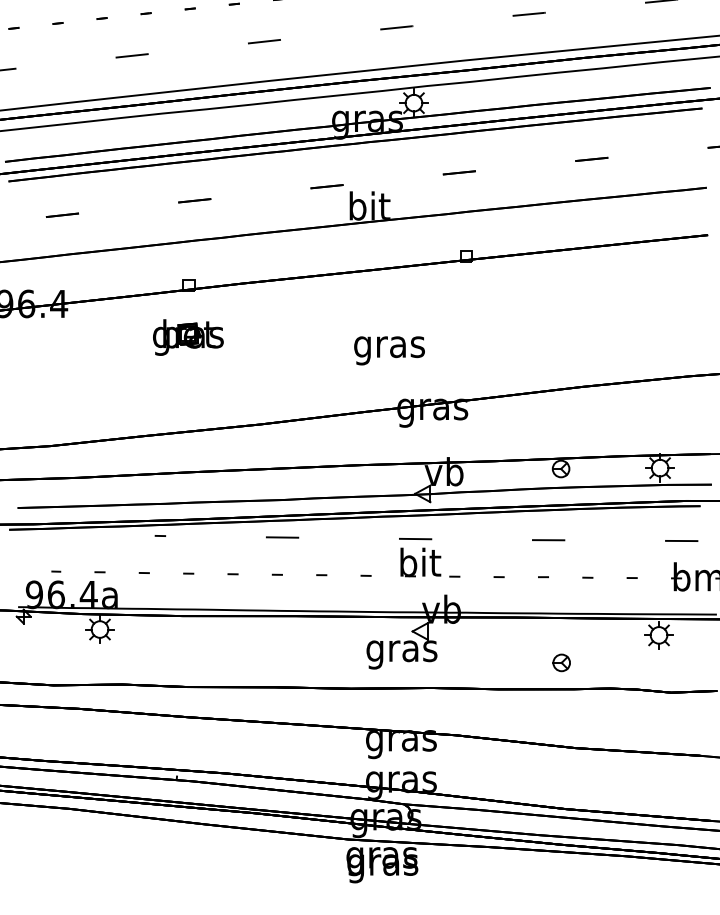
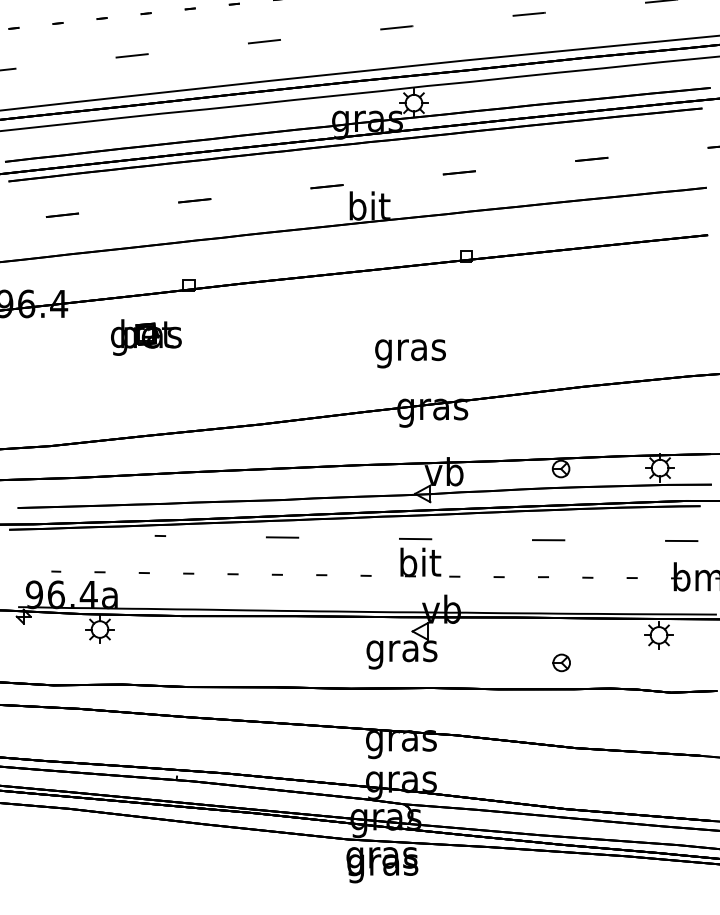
part at (188, 337) position: (188, 337) -> (146, 337)
text at (389, 350) position: (389, 350) -> (410, 353)
